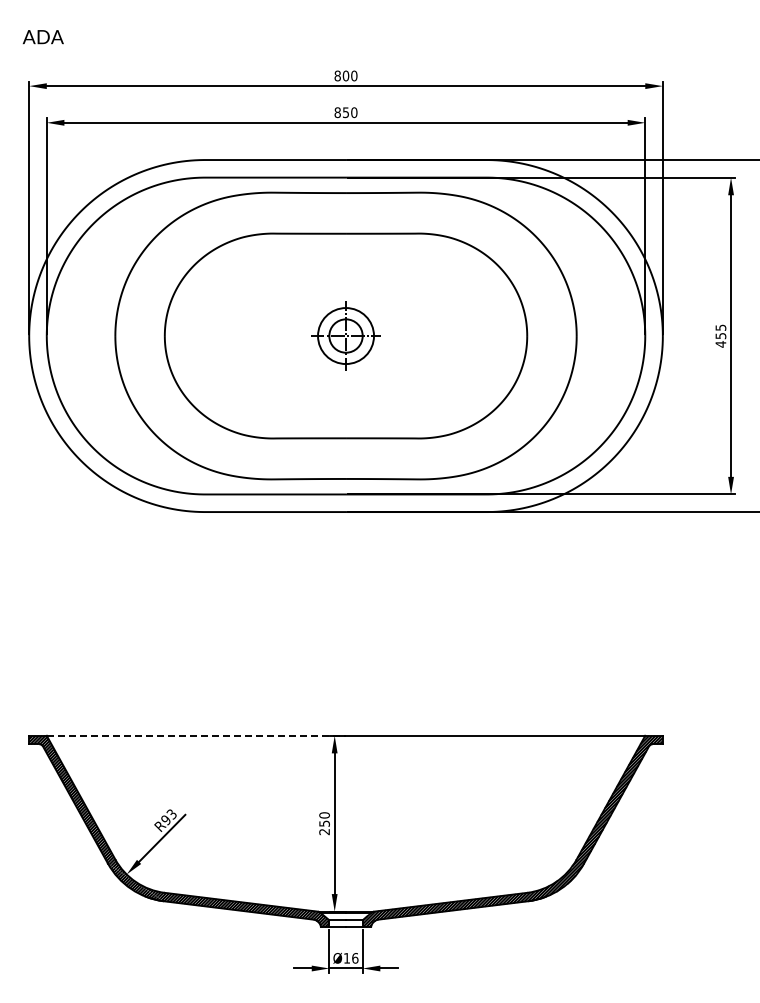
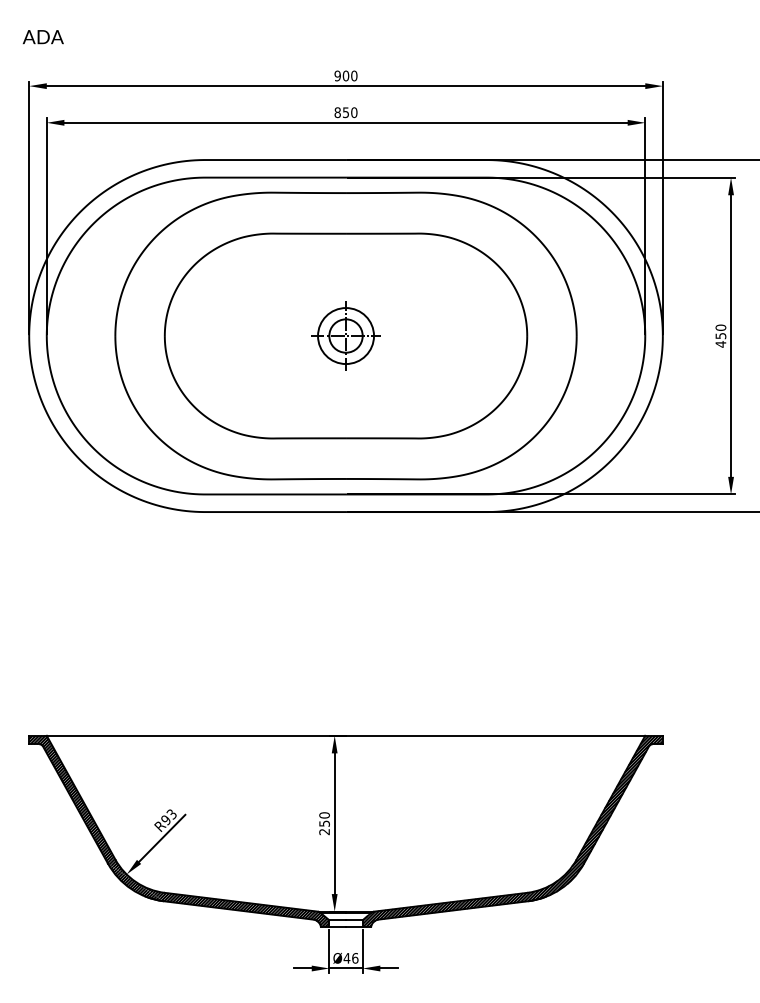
text at (337, 76): 800 -> 900
text at (720, 327): 455 -> 450
line at (196, 735): dashed -> solid
text at (346, 958): Ø16 -> Ø46
